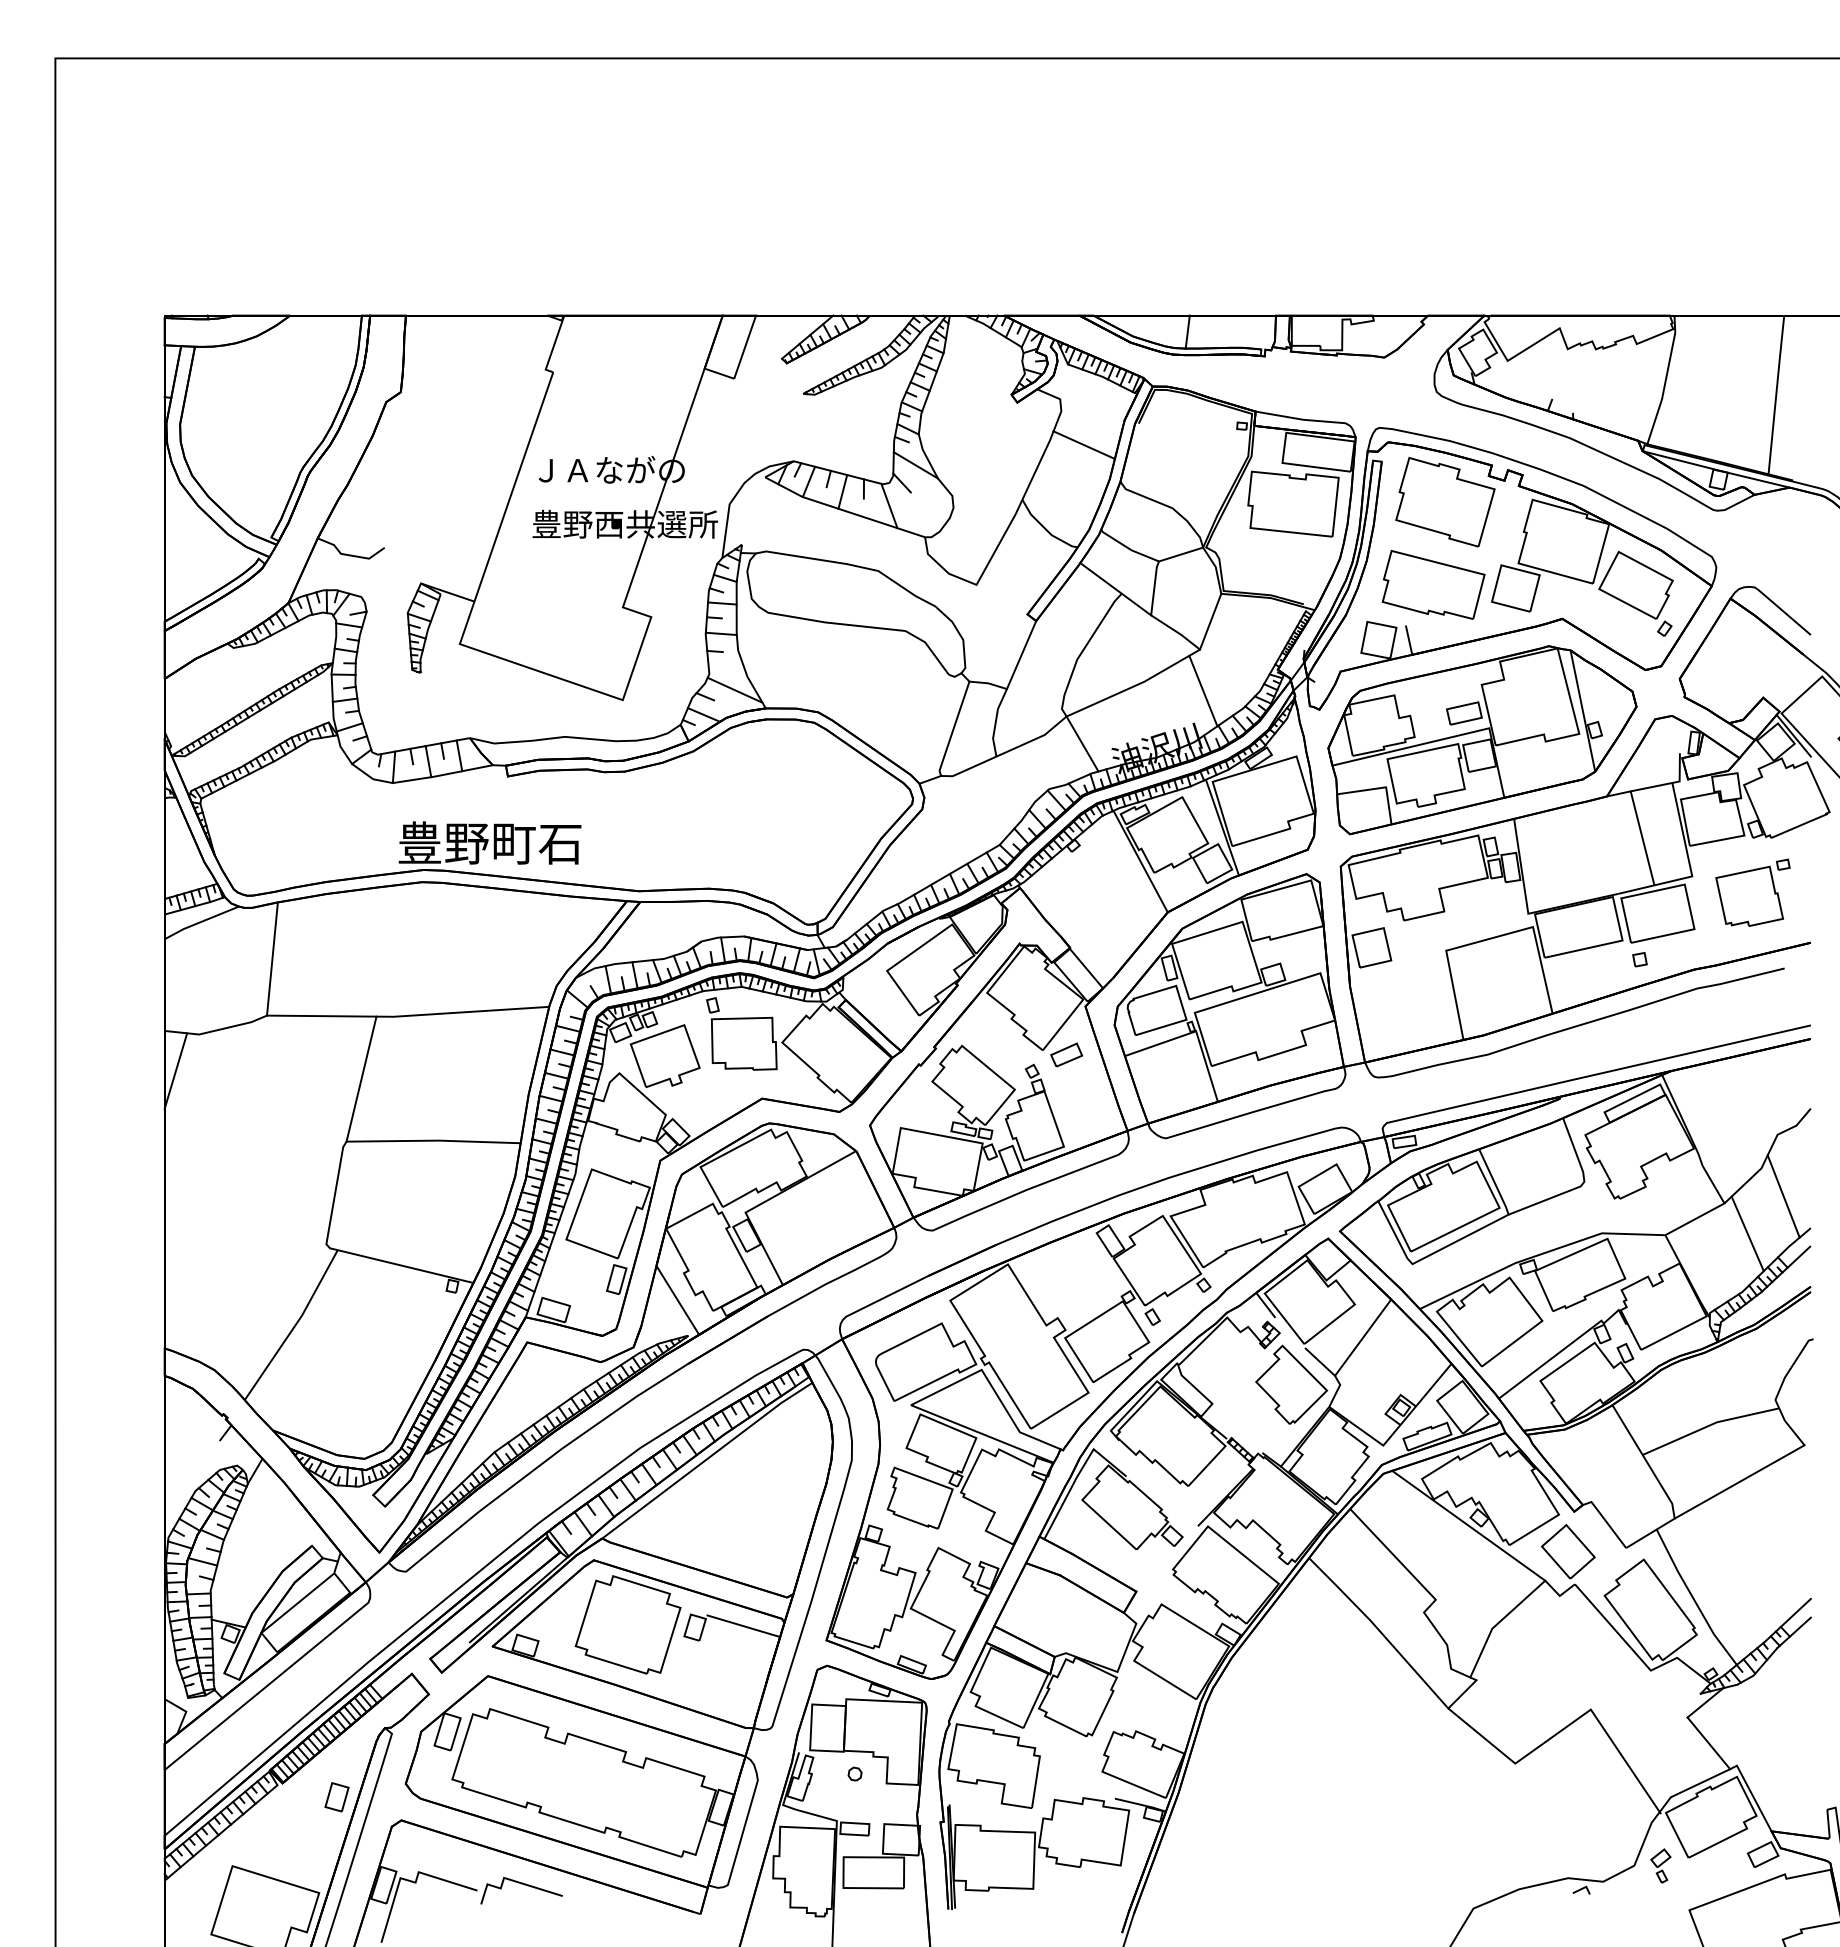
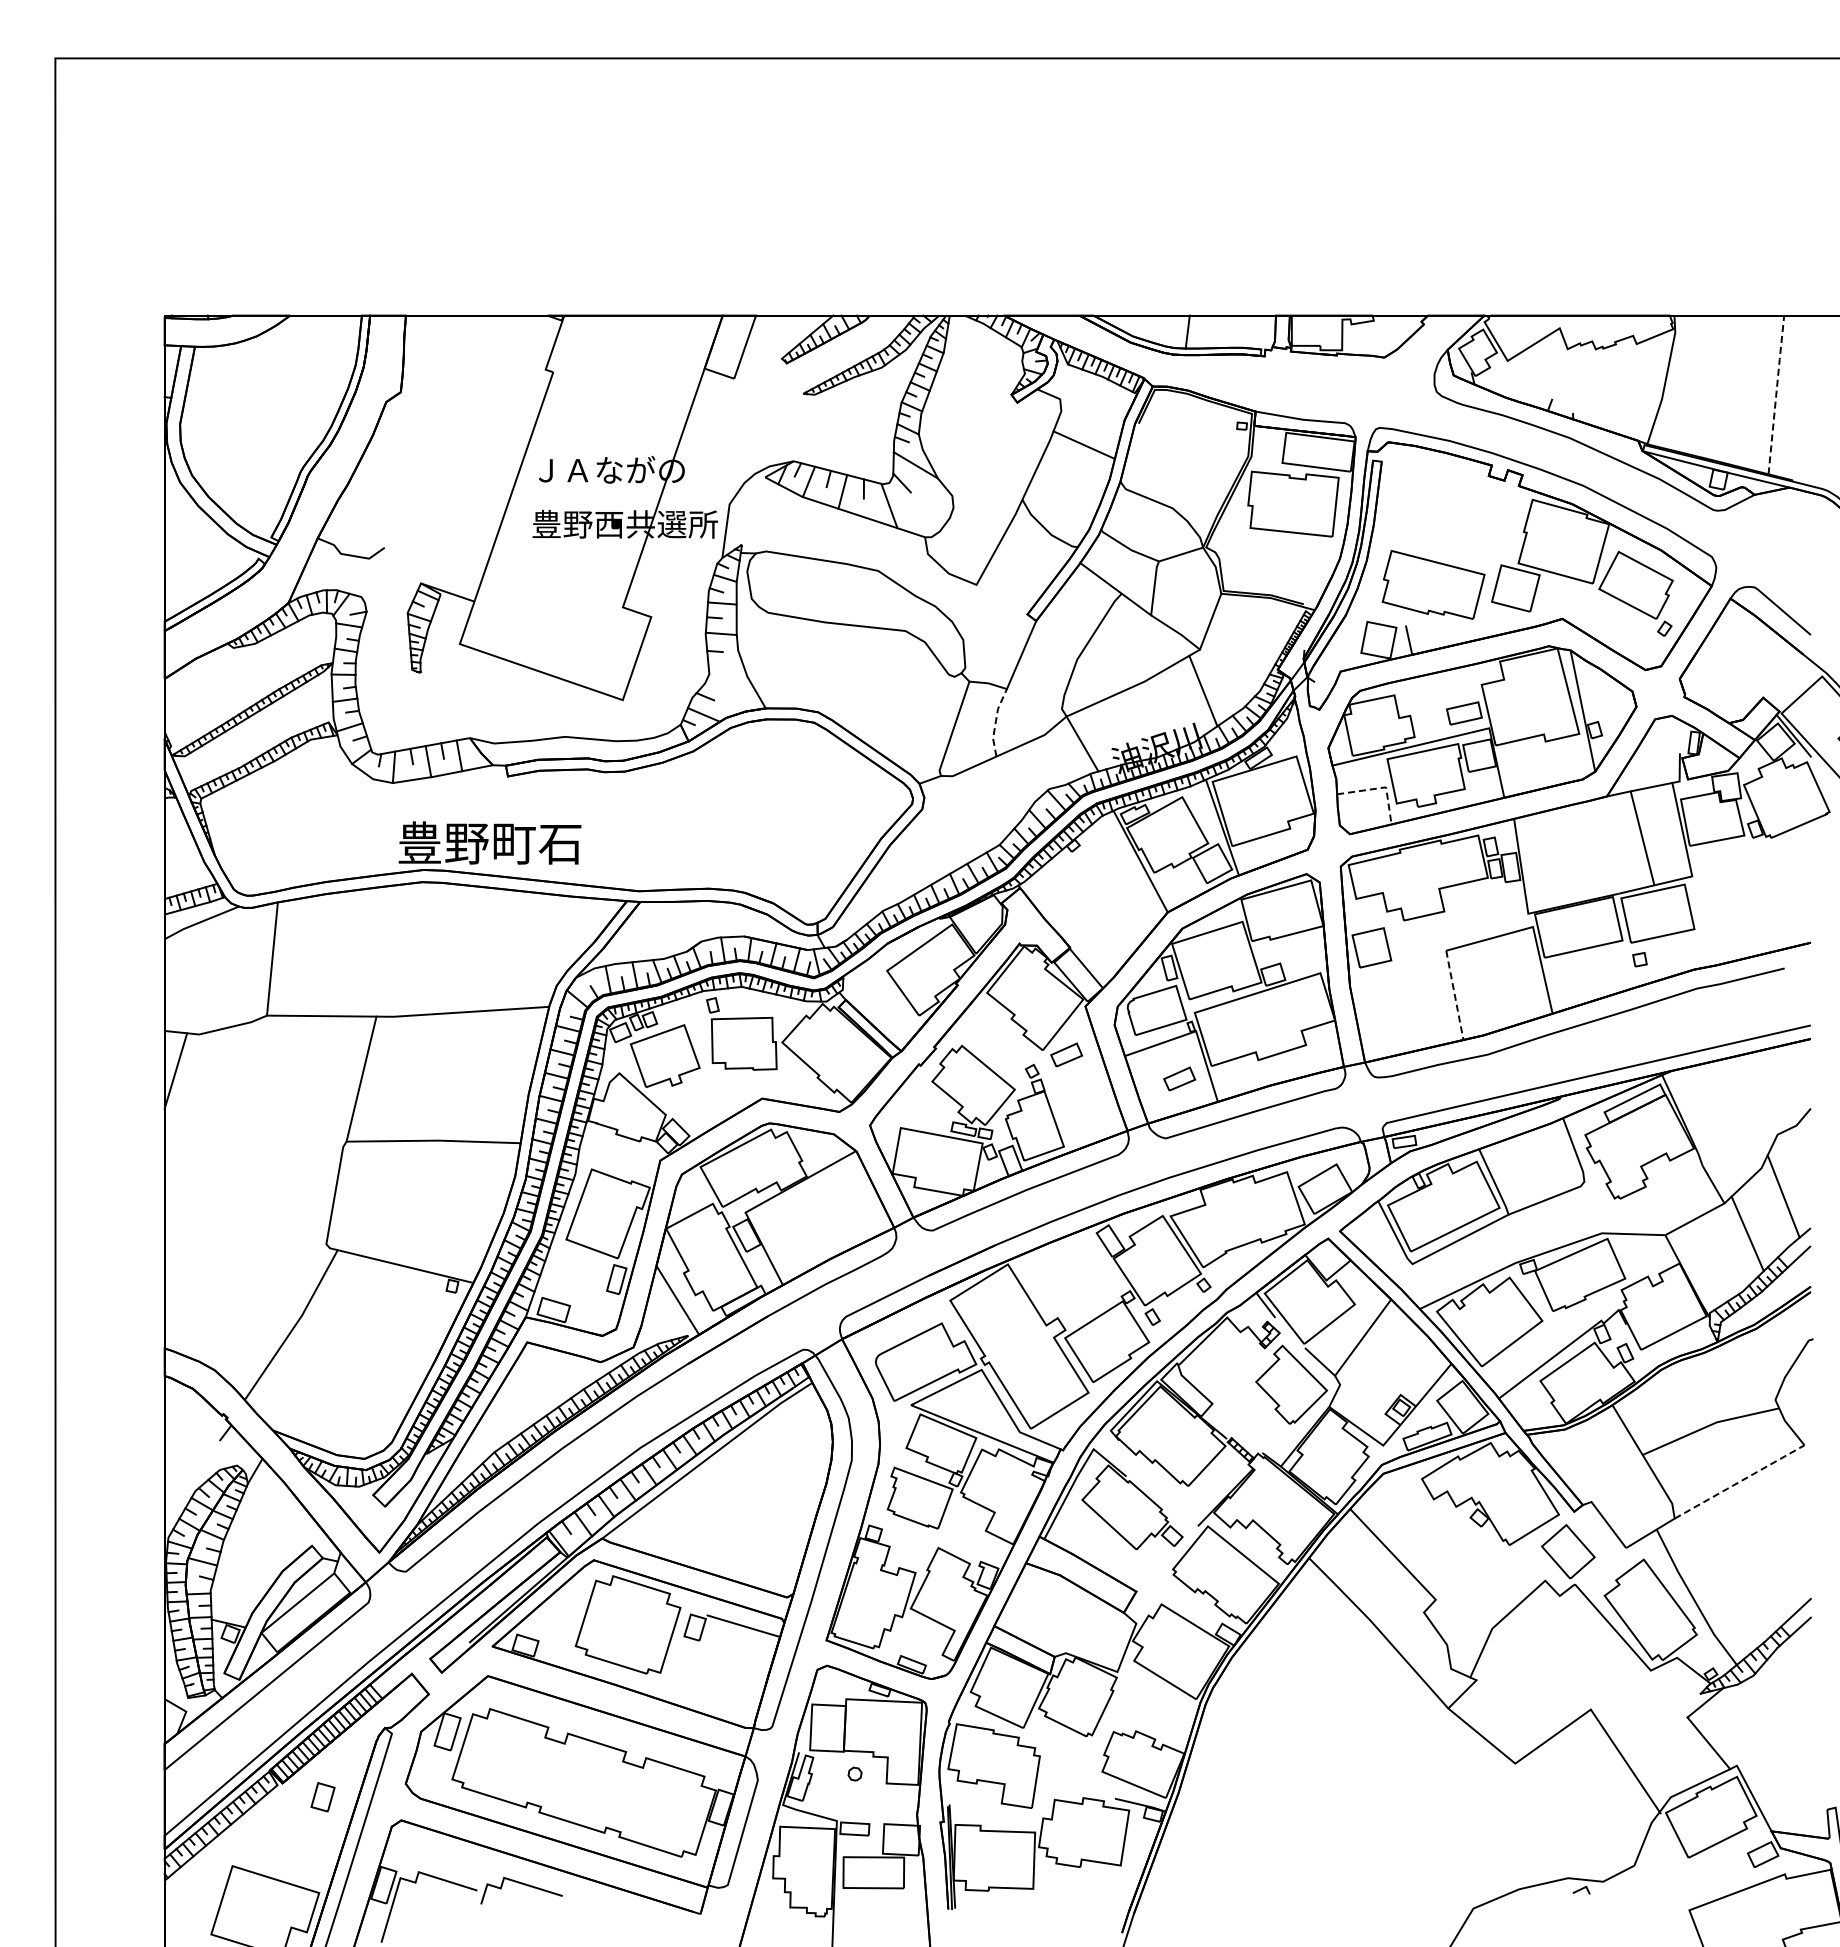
line at (1776, 394): solid -> dashed
part at (1445, 502): present -> none
line at (734, 689): present -> none
line at (995, 721): solid -> dashed
line at (1381, 788): solid -> dashed
part at (1752, 892): present -> none
line at (1454, 995): solid -> dashed
part at (1179, 1078): none -> present
line at (1739, 1481): solid -> dashed
line at (1468, 1525): present -> none
part at (336, 1797) position: (336, 1797) -> (322, 1797)
part at (1660, 1865): present -> none
